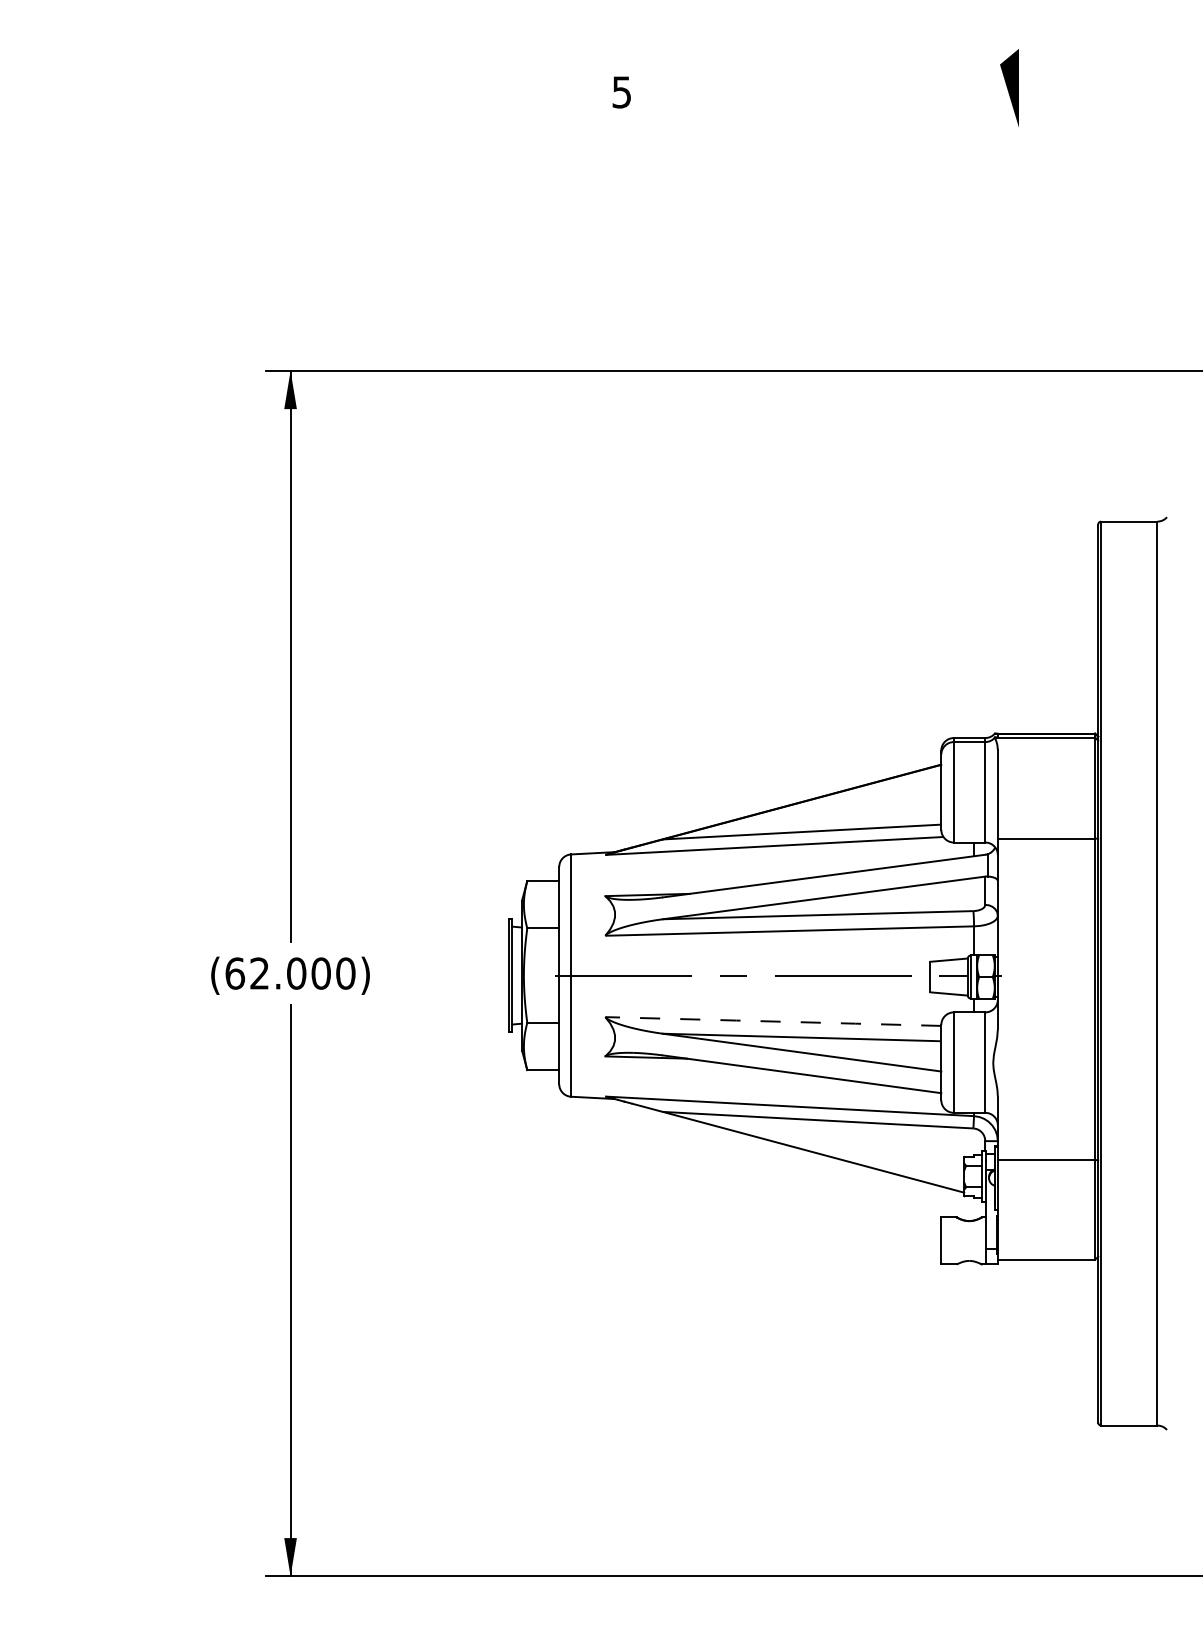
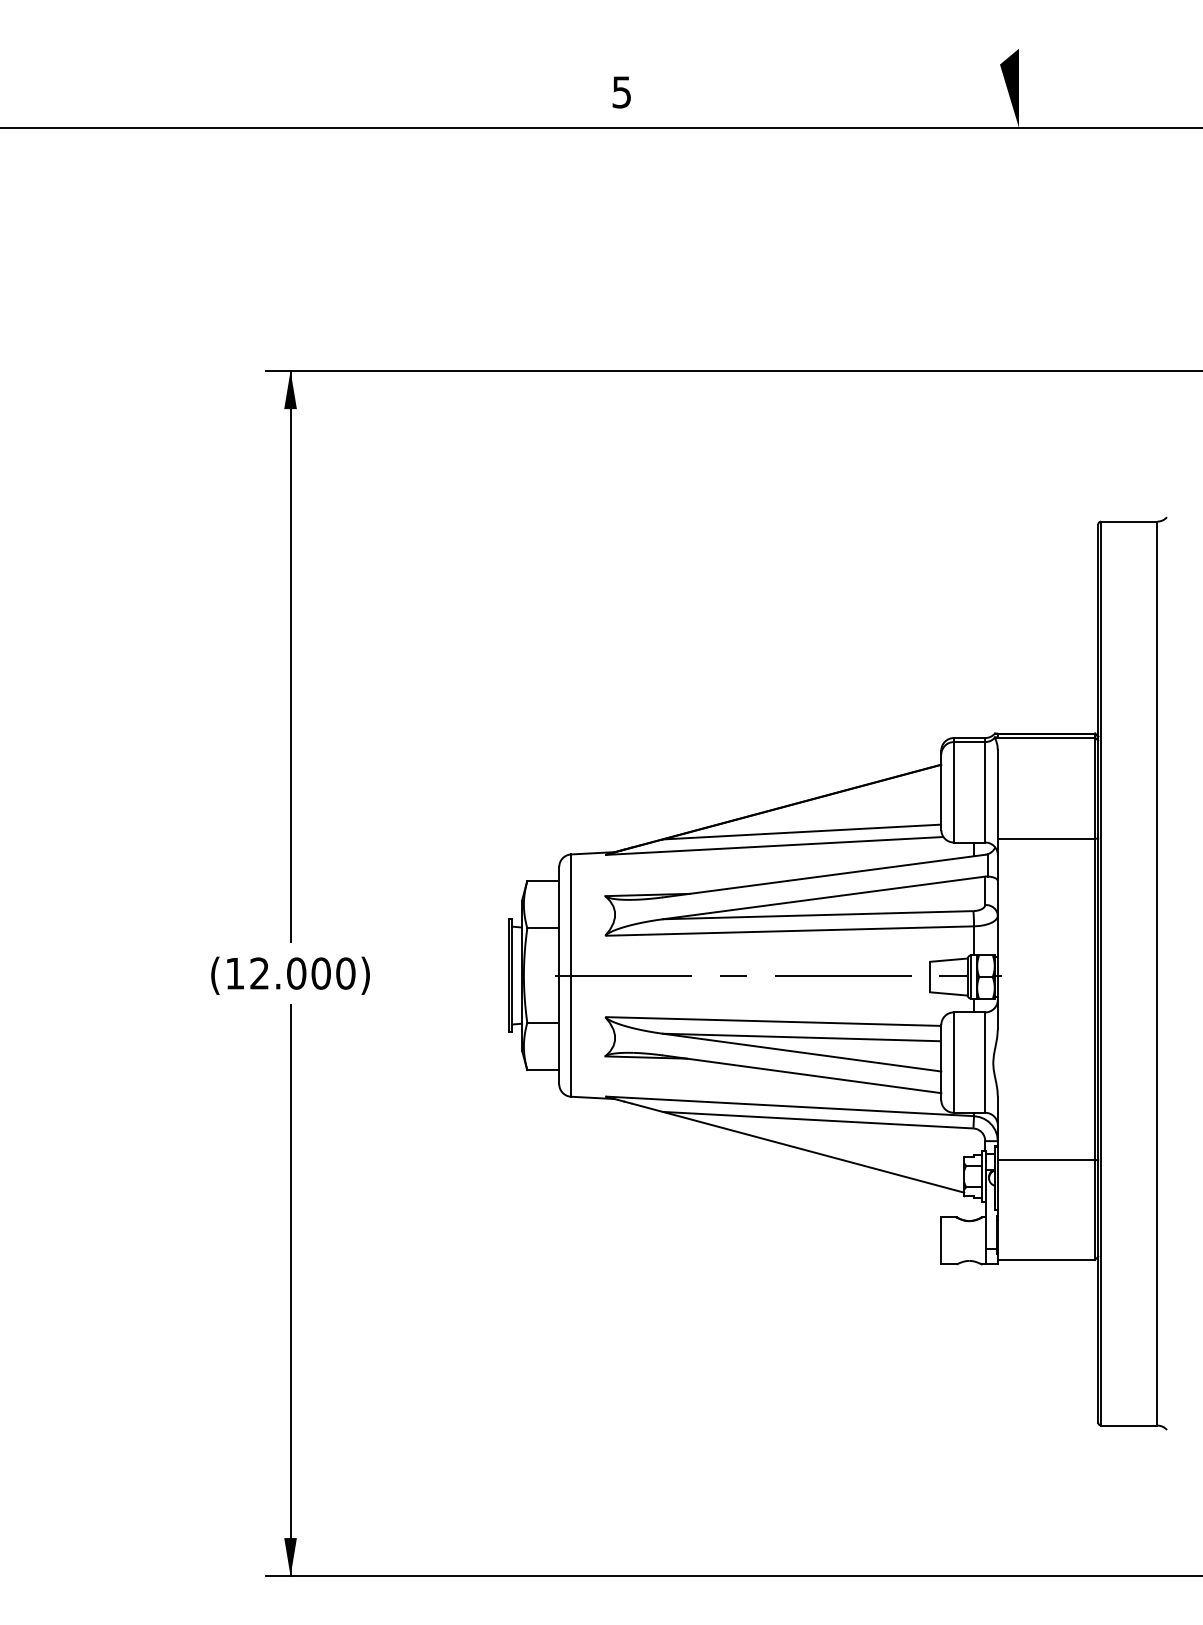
line at (600, 127): none -> present
text at (235, 973): (62.000) -> (12.000)
line at (773, 1021): dashed -> solid
